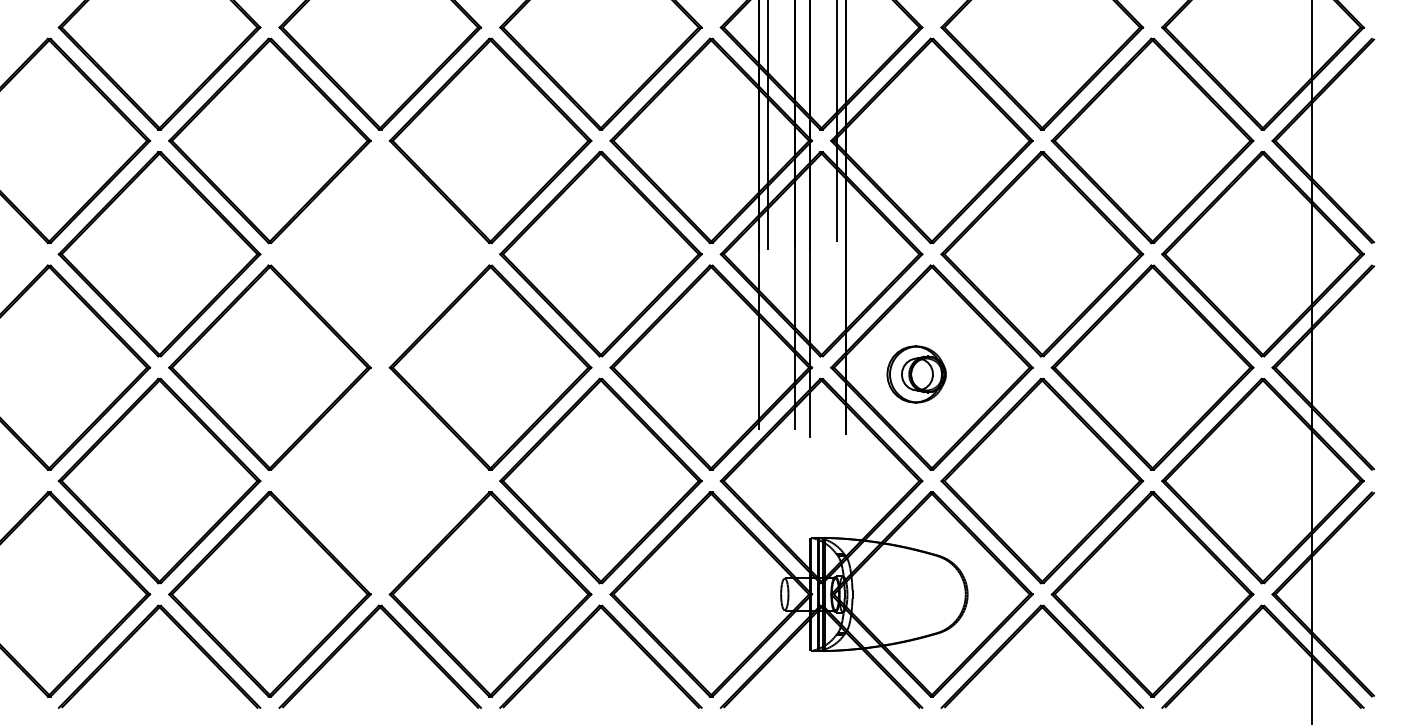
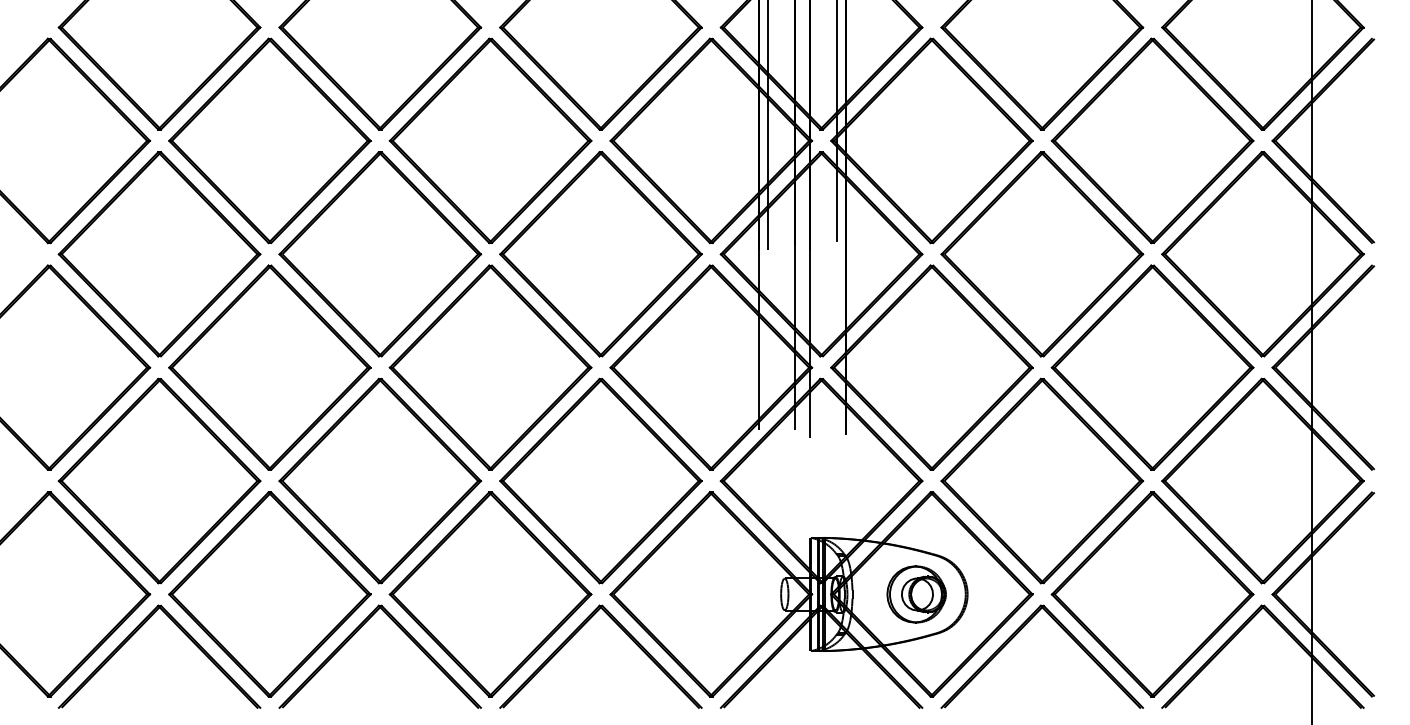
part at (380, 254): none -> present
part at (916, 374) position: (916, 374) -> (916, 594)
part at (380, 480): none -> present
